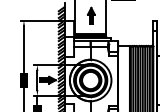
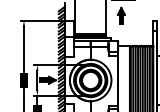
part at (91, 15) position: (91, 15) -> (121, 15)
